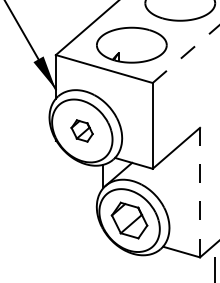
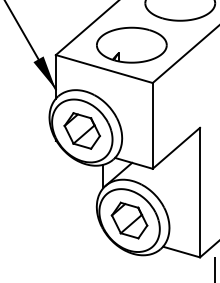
line at (186, 53): dashed -> solid
part at (81, 130) size: 24x24 px -> 38x38 px
line at (200, 192): dashed -> solid
